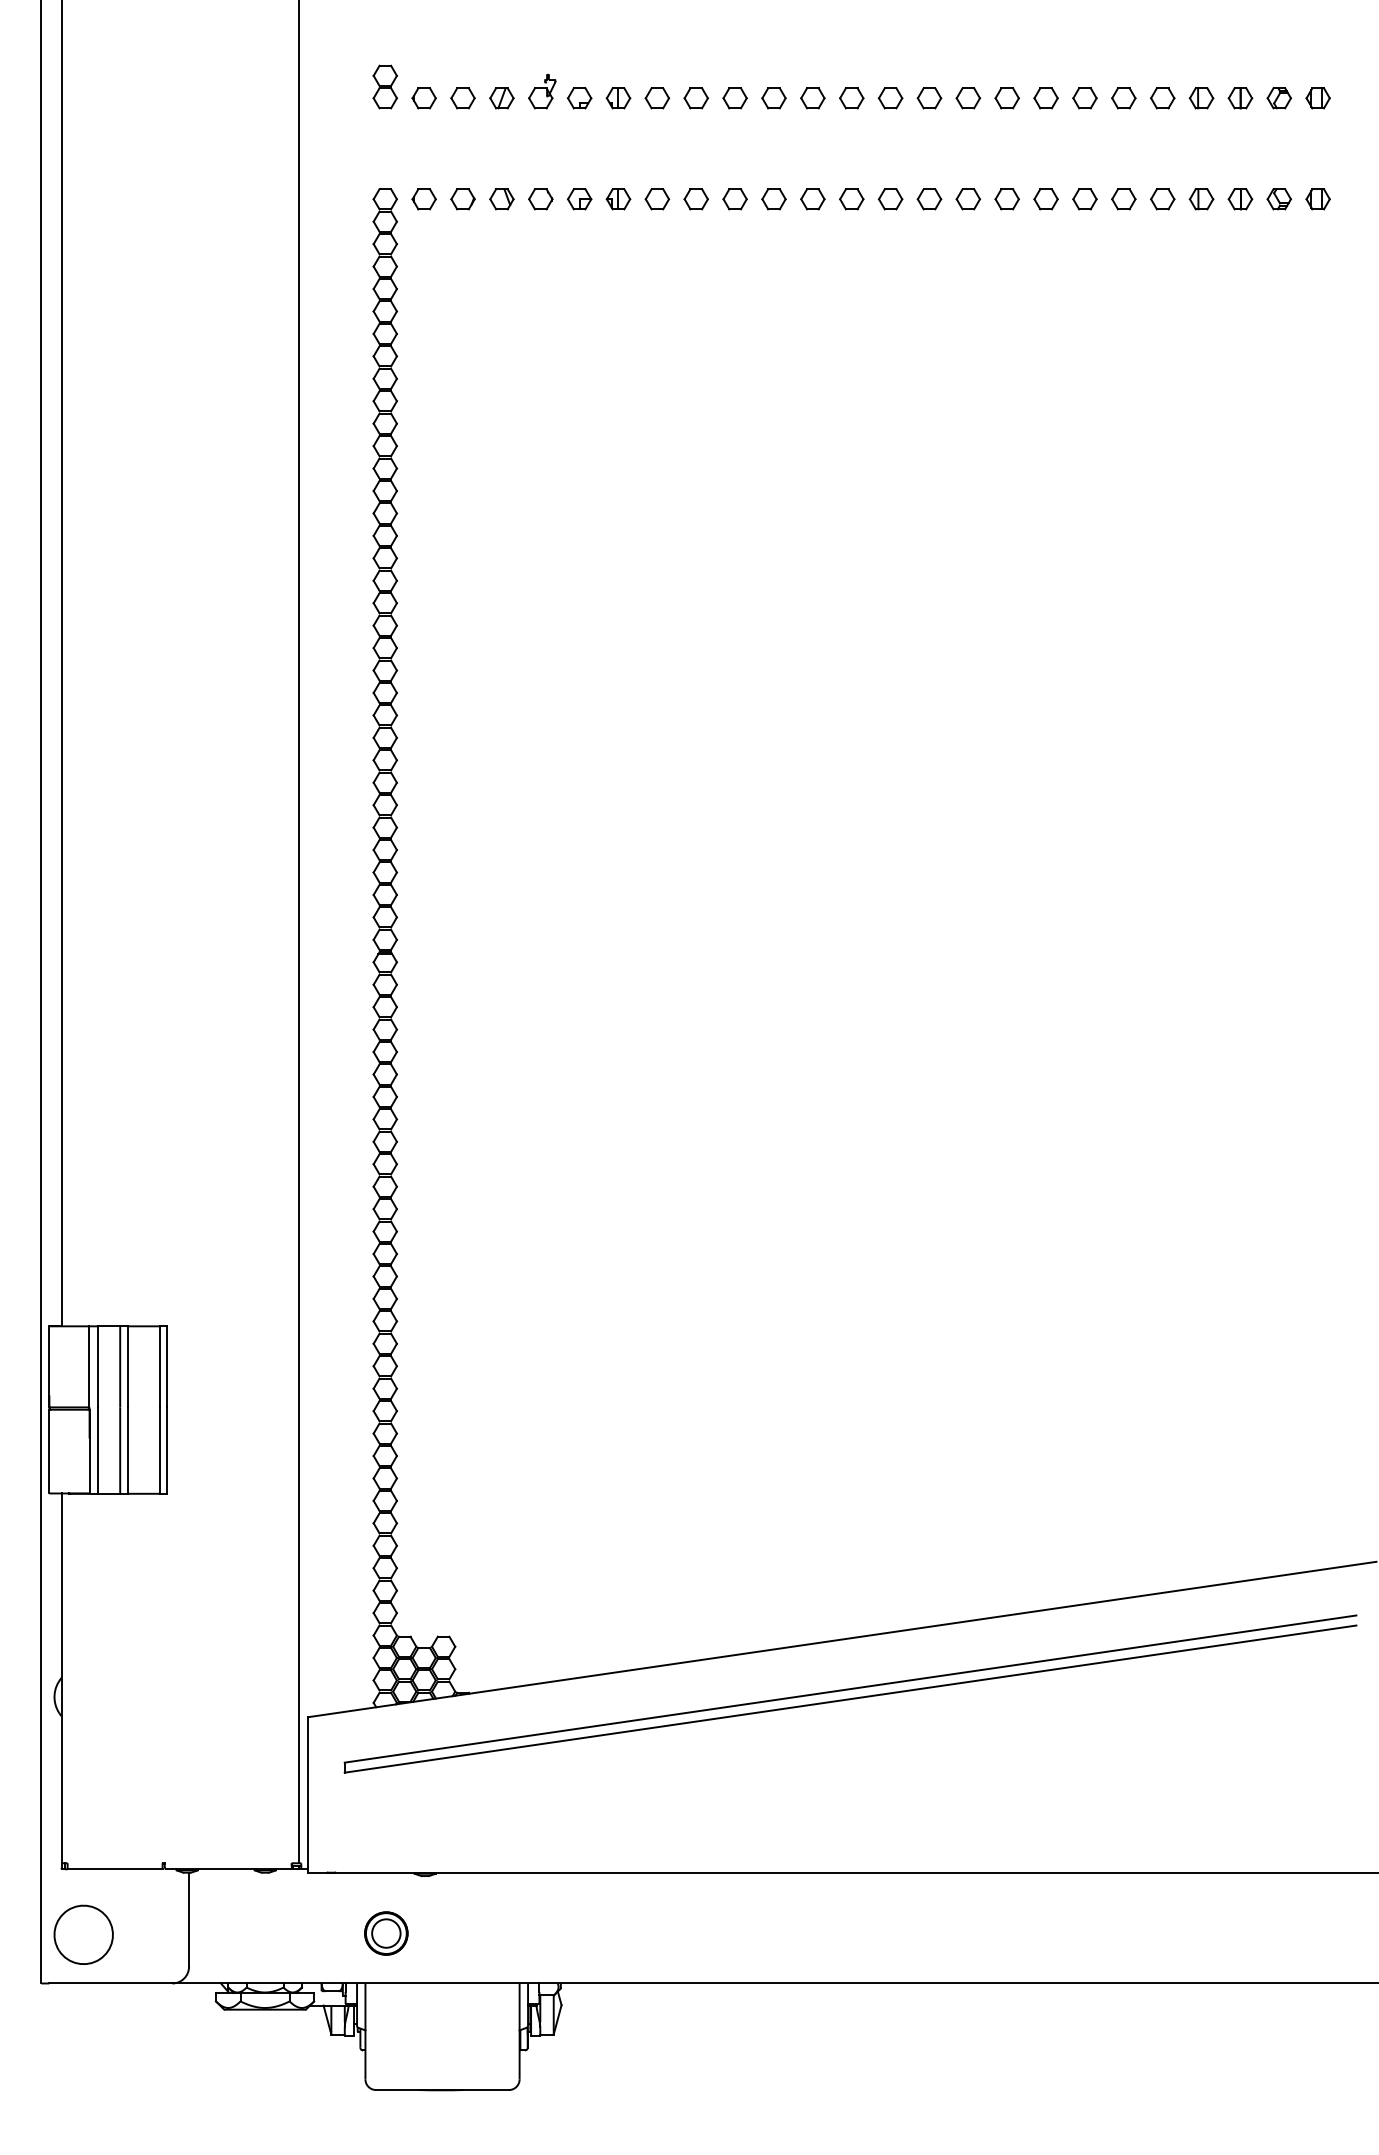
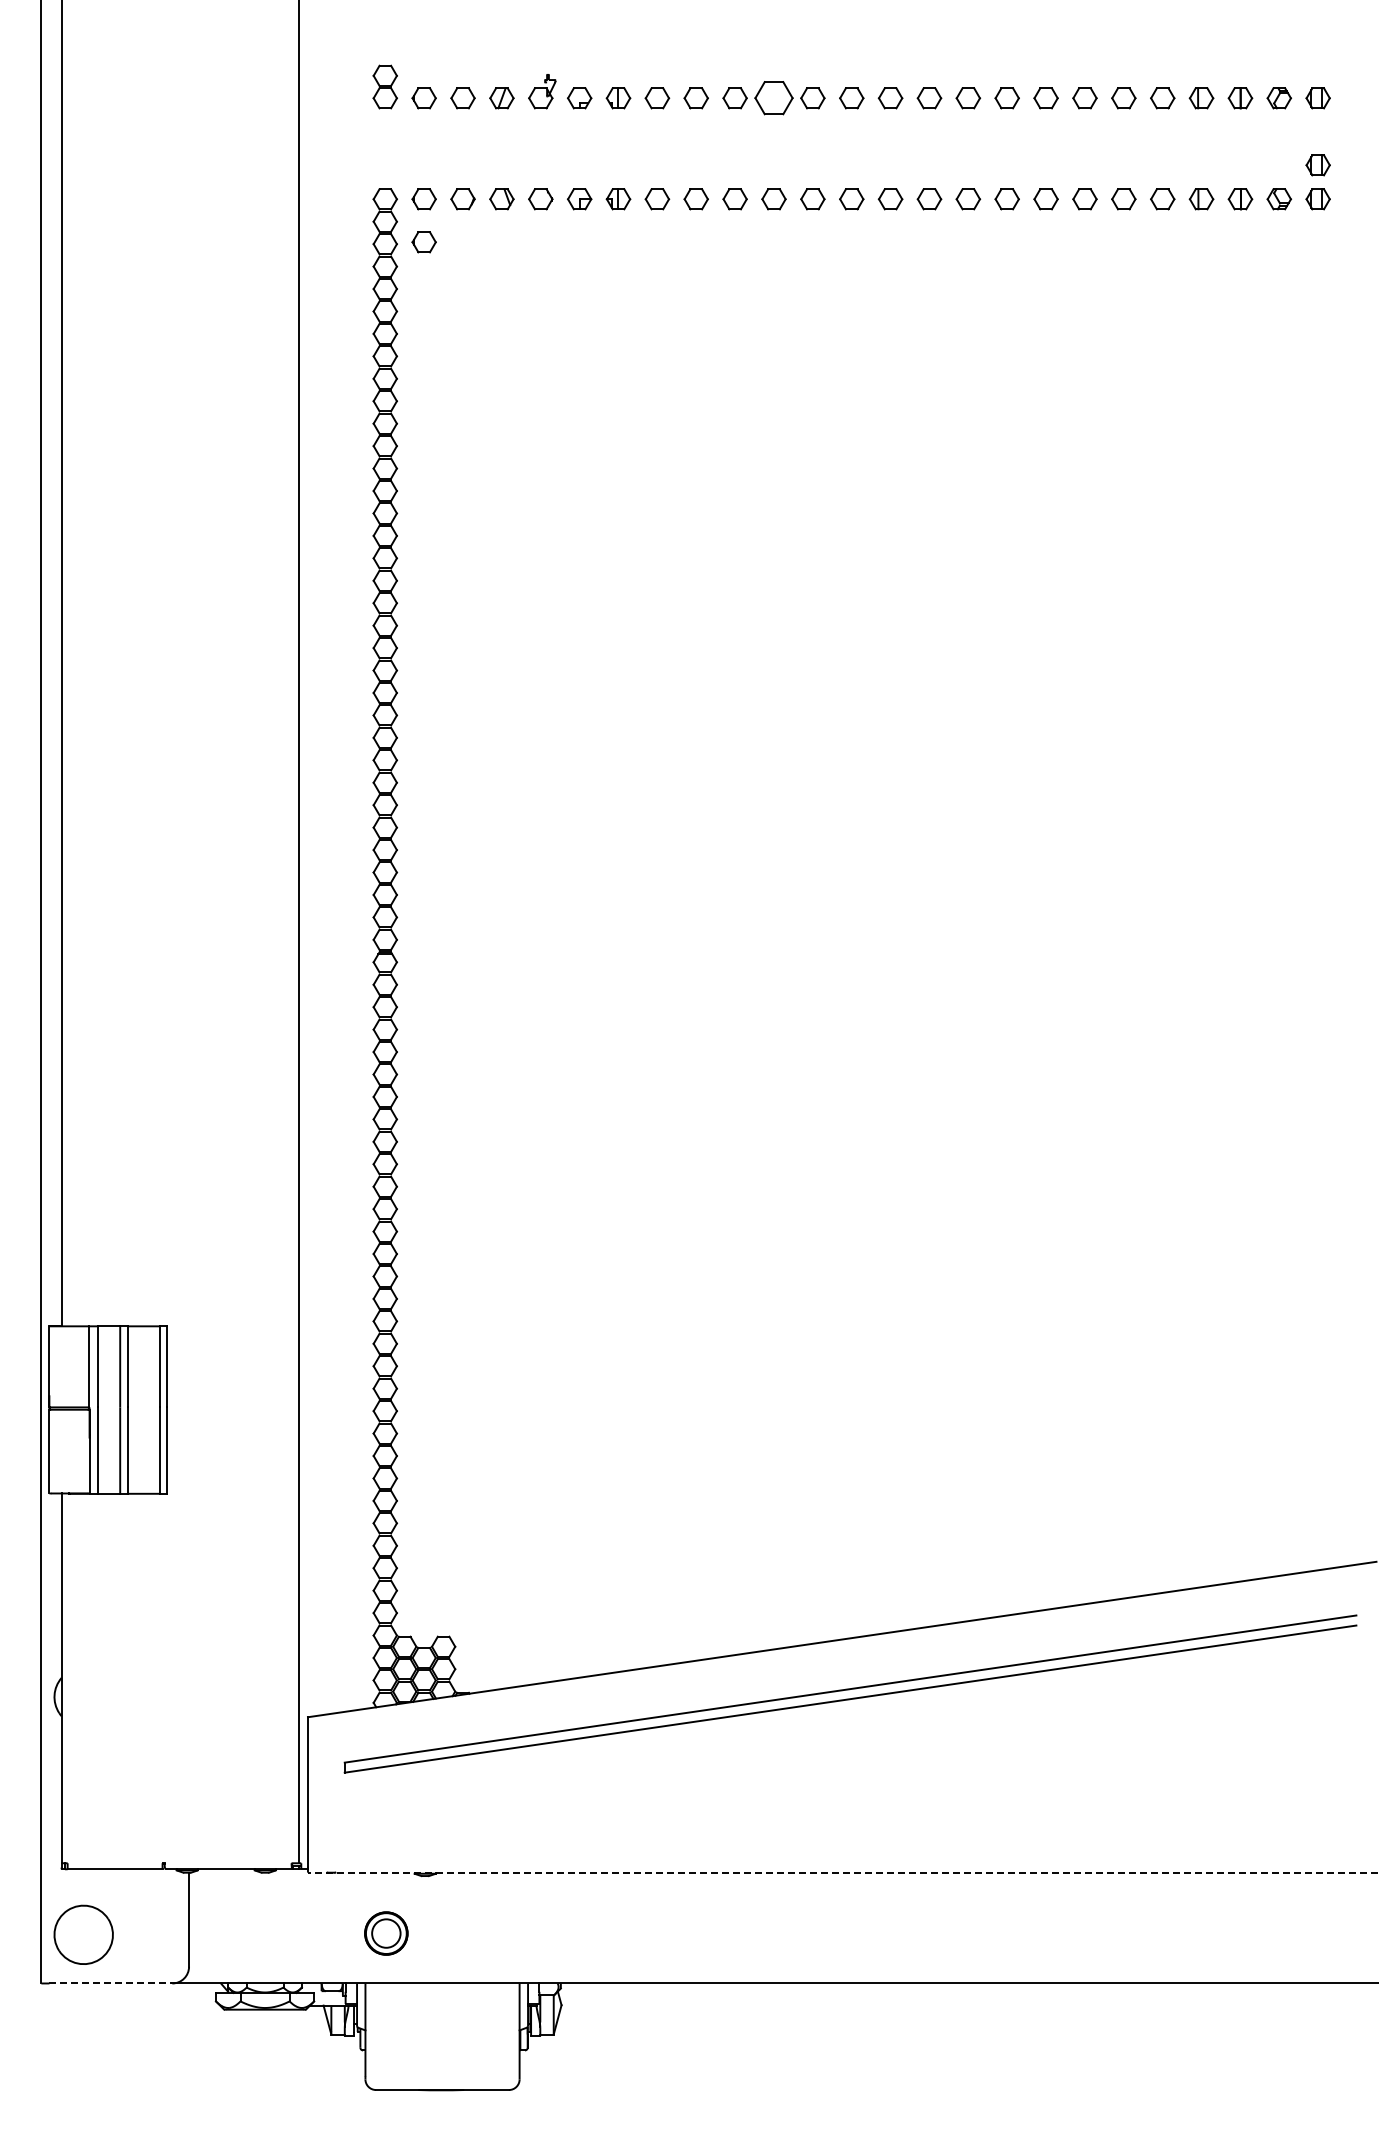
part at (773, 98) size: 26x23 px -> 40x35 px
part at (1317, 165): none -> present
part at (423, 242): none -> present
line at (842, 1872): solid -> dashed
line at (111, 1983): solid -> dashed
